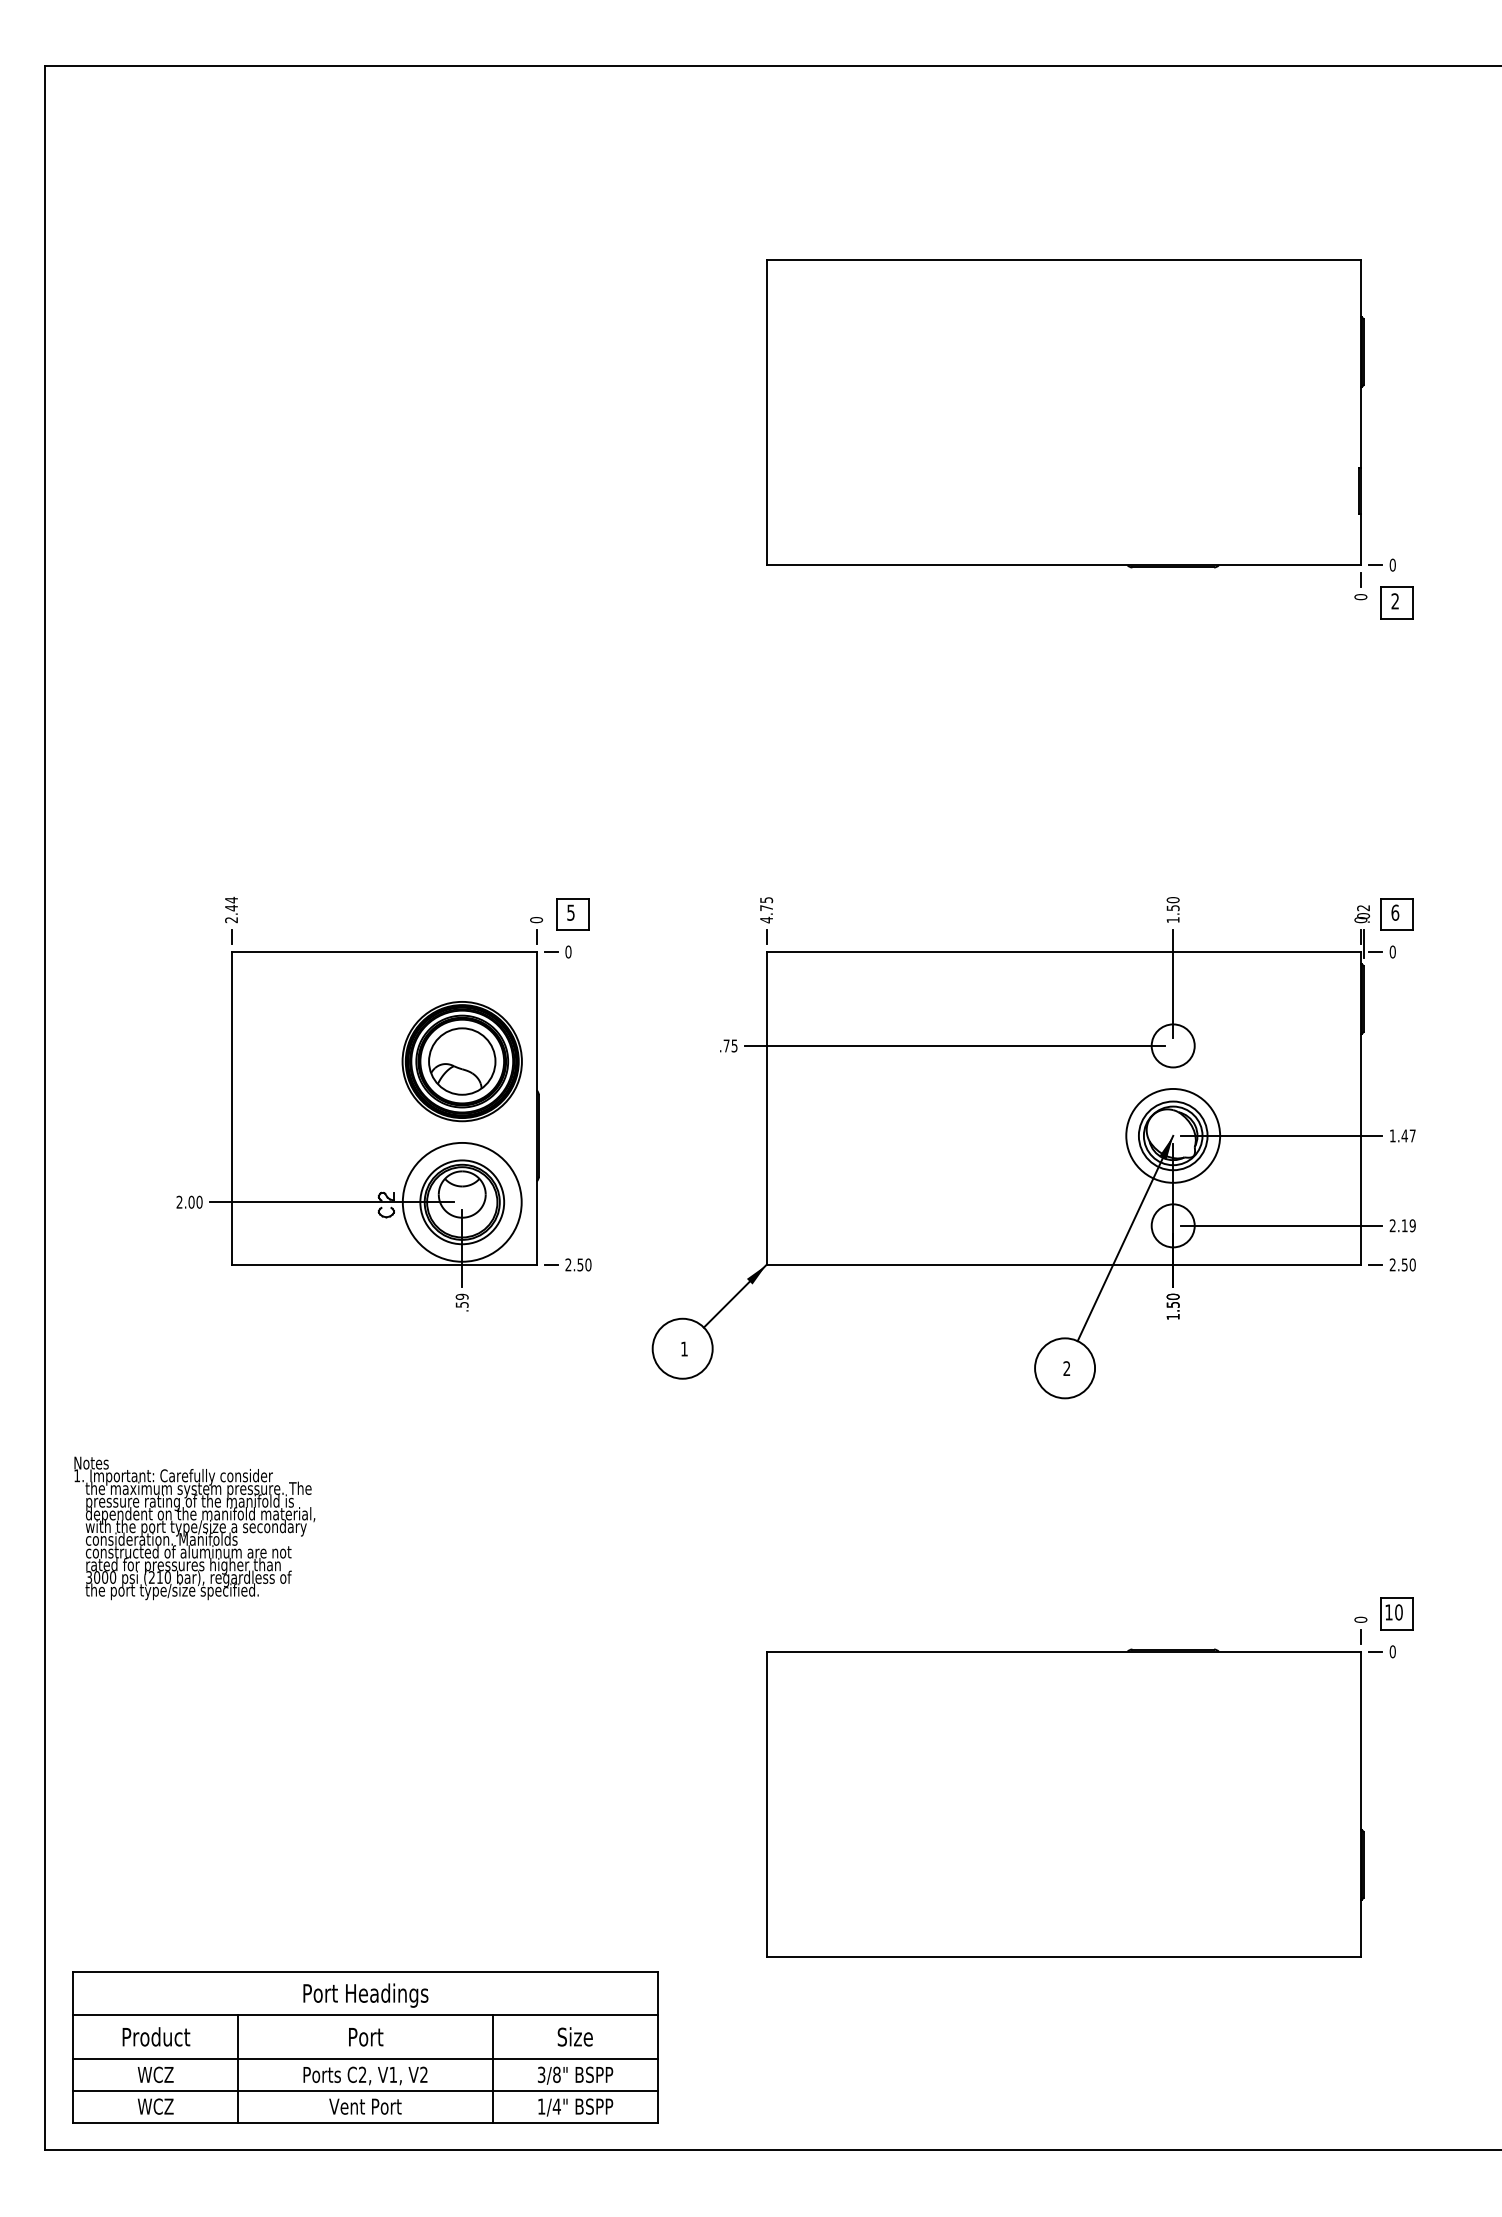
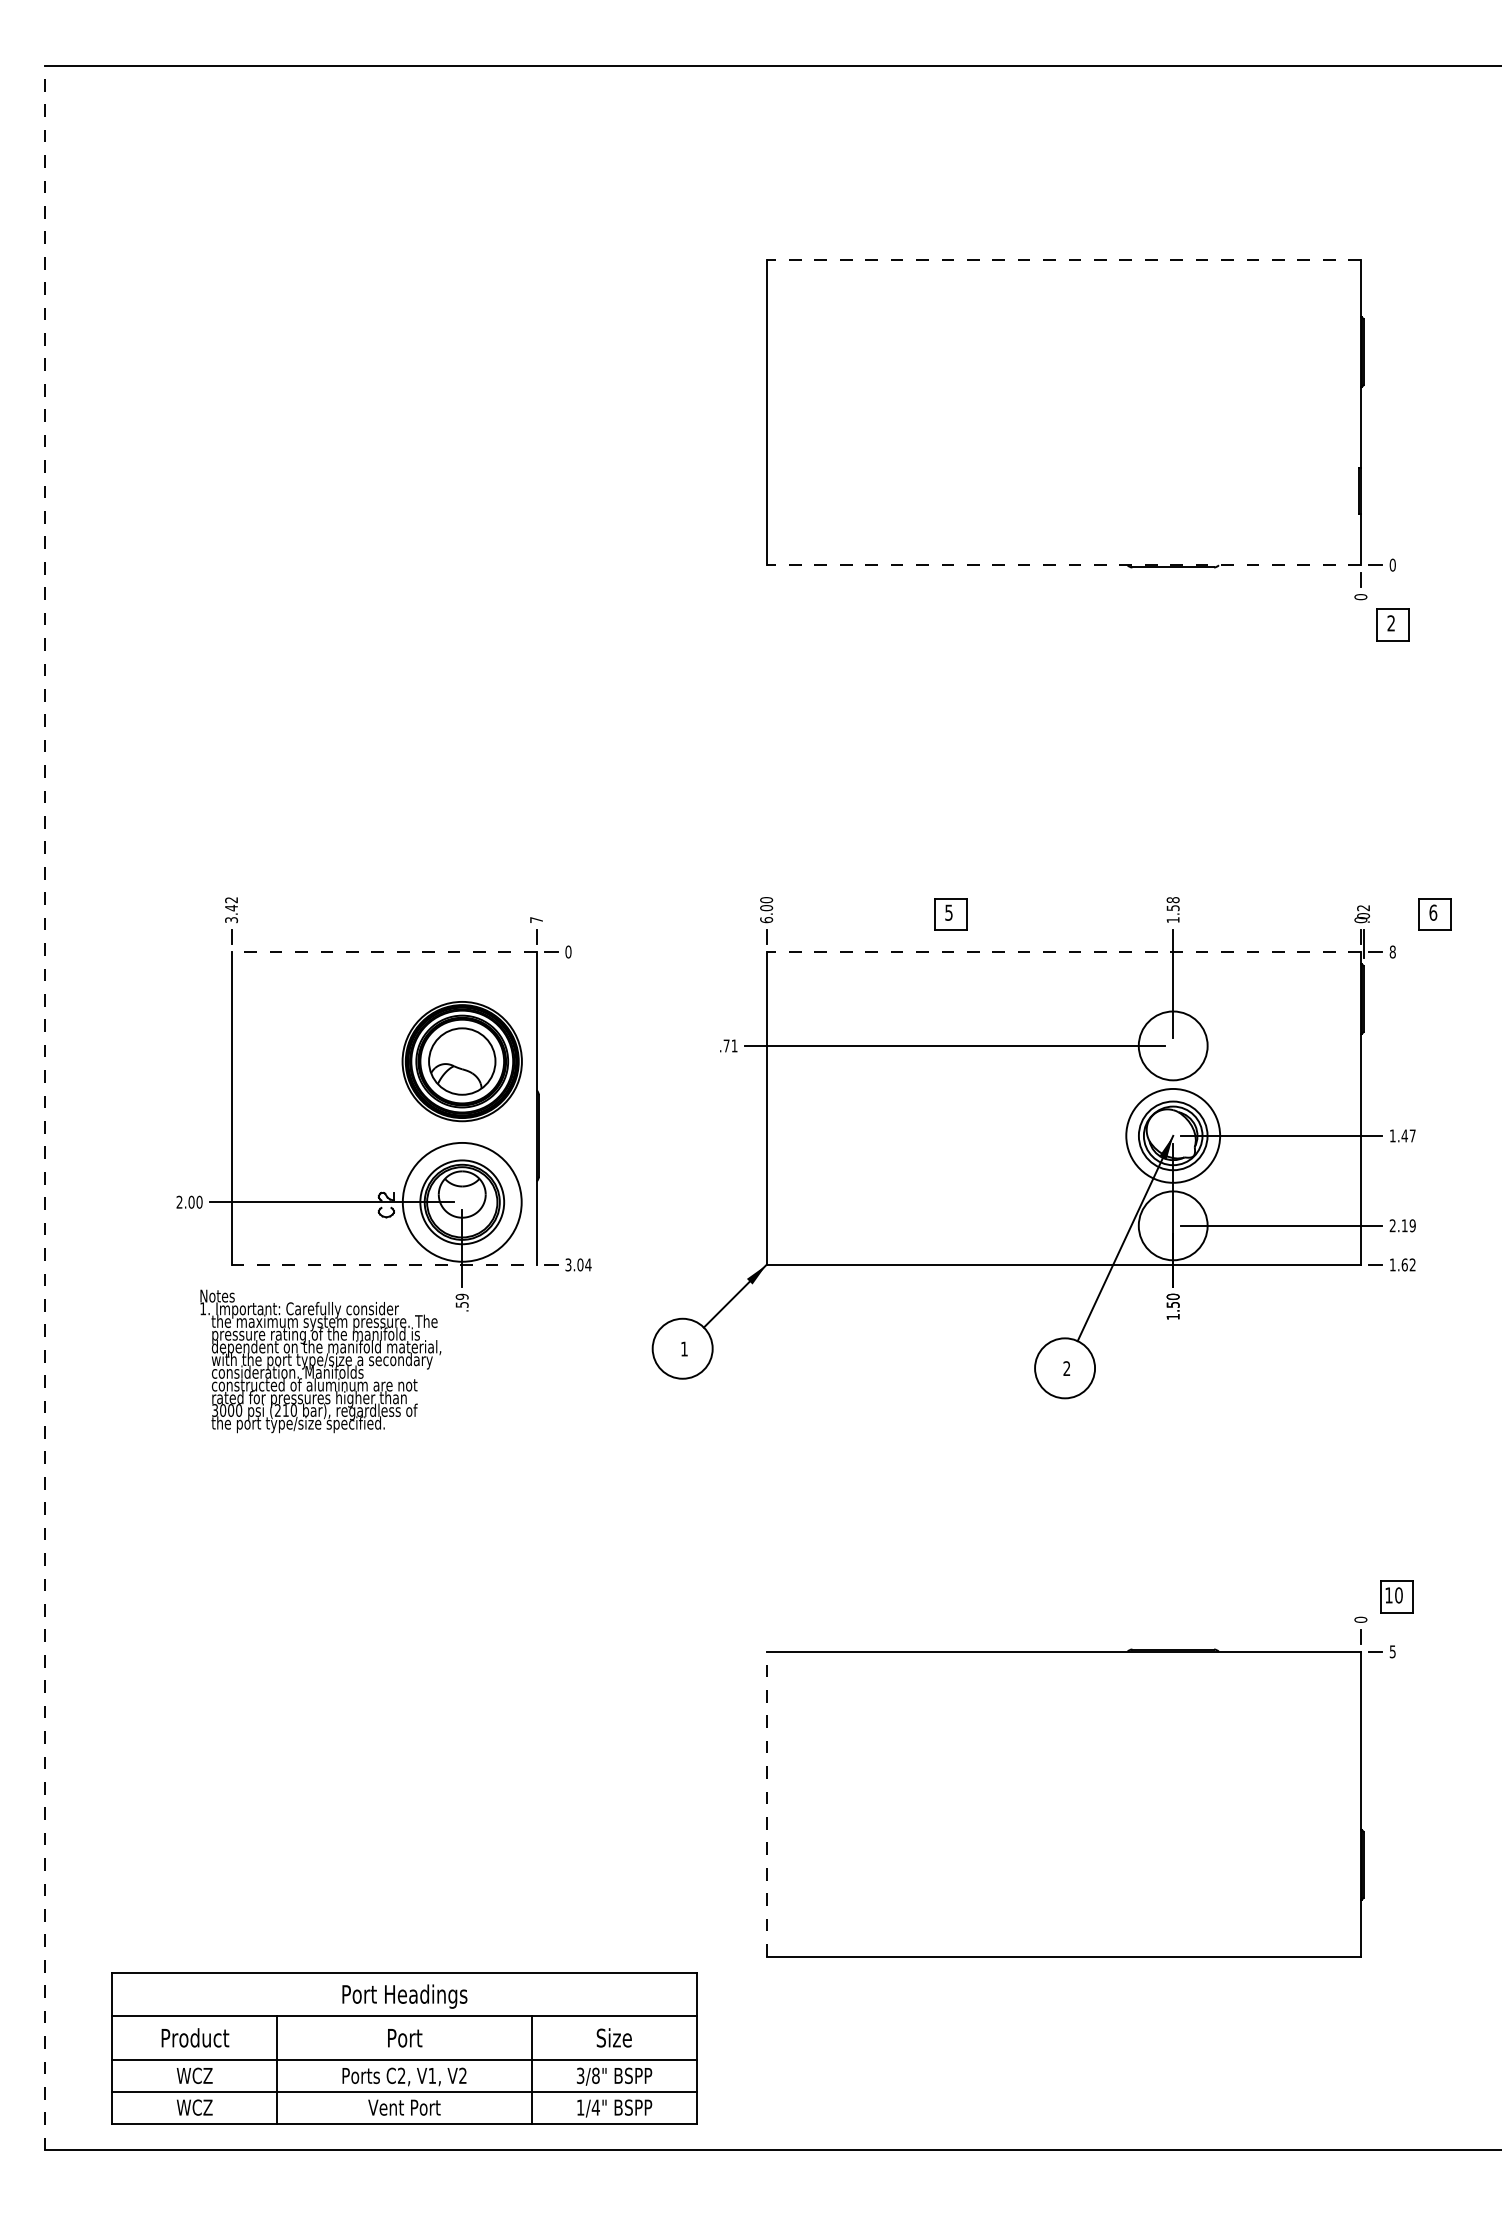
line at (1063, 260): solid -> dashed
line at (1063, 565): solid -> dashed
part at (1396, 602) position: (1396, 602) -> (1392, 624)
text at (1173, 900): 1.50 -> 1.58
text at (231, 909): 2.44 -> 3.42
text at (766, 910): 4.75 -> 6.00
part at (572, 914) position: (572, 914) -> (950, 914)
part at (1396, 914) position: (1396, 914) -> (1434, 914)
text at (536, 920): 0 -> 7
text at (1392, 951): 0 -> 8
line at (384, 952): solid -> dashed
line at (1063, 952): solid -> dashed
text at (734, 1045): .75 -> .71
circle at (1172, 1045) diameter: 43 px -> 69 px
line at (45, 1108): solid -> dashed
circle at (1172, 1225) diameter: 43 px -> 69 px
line at (384, 1264): solid -> dashed
text at (578, 1264): 2.50 -> 3.04
text at (1402, 1264): 2.50 -> 1.62
text at (194, 1528) position: (194, 1528) -> (320, 1361)
part at (1396, 1613) position: (1396, 1613) -> (1396, 1596)
text at (1392, 1651): 0 -> 5
line at (766, 1804): solid -> dashed
part at (365, 2047) position: (365, 2047) -> (404, 2048)
